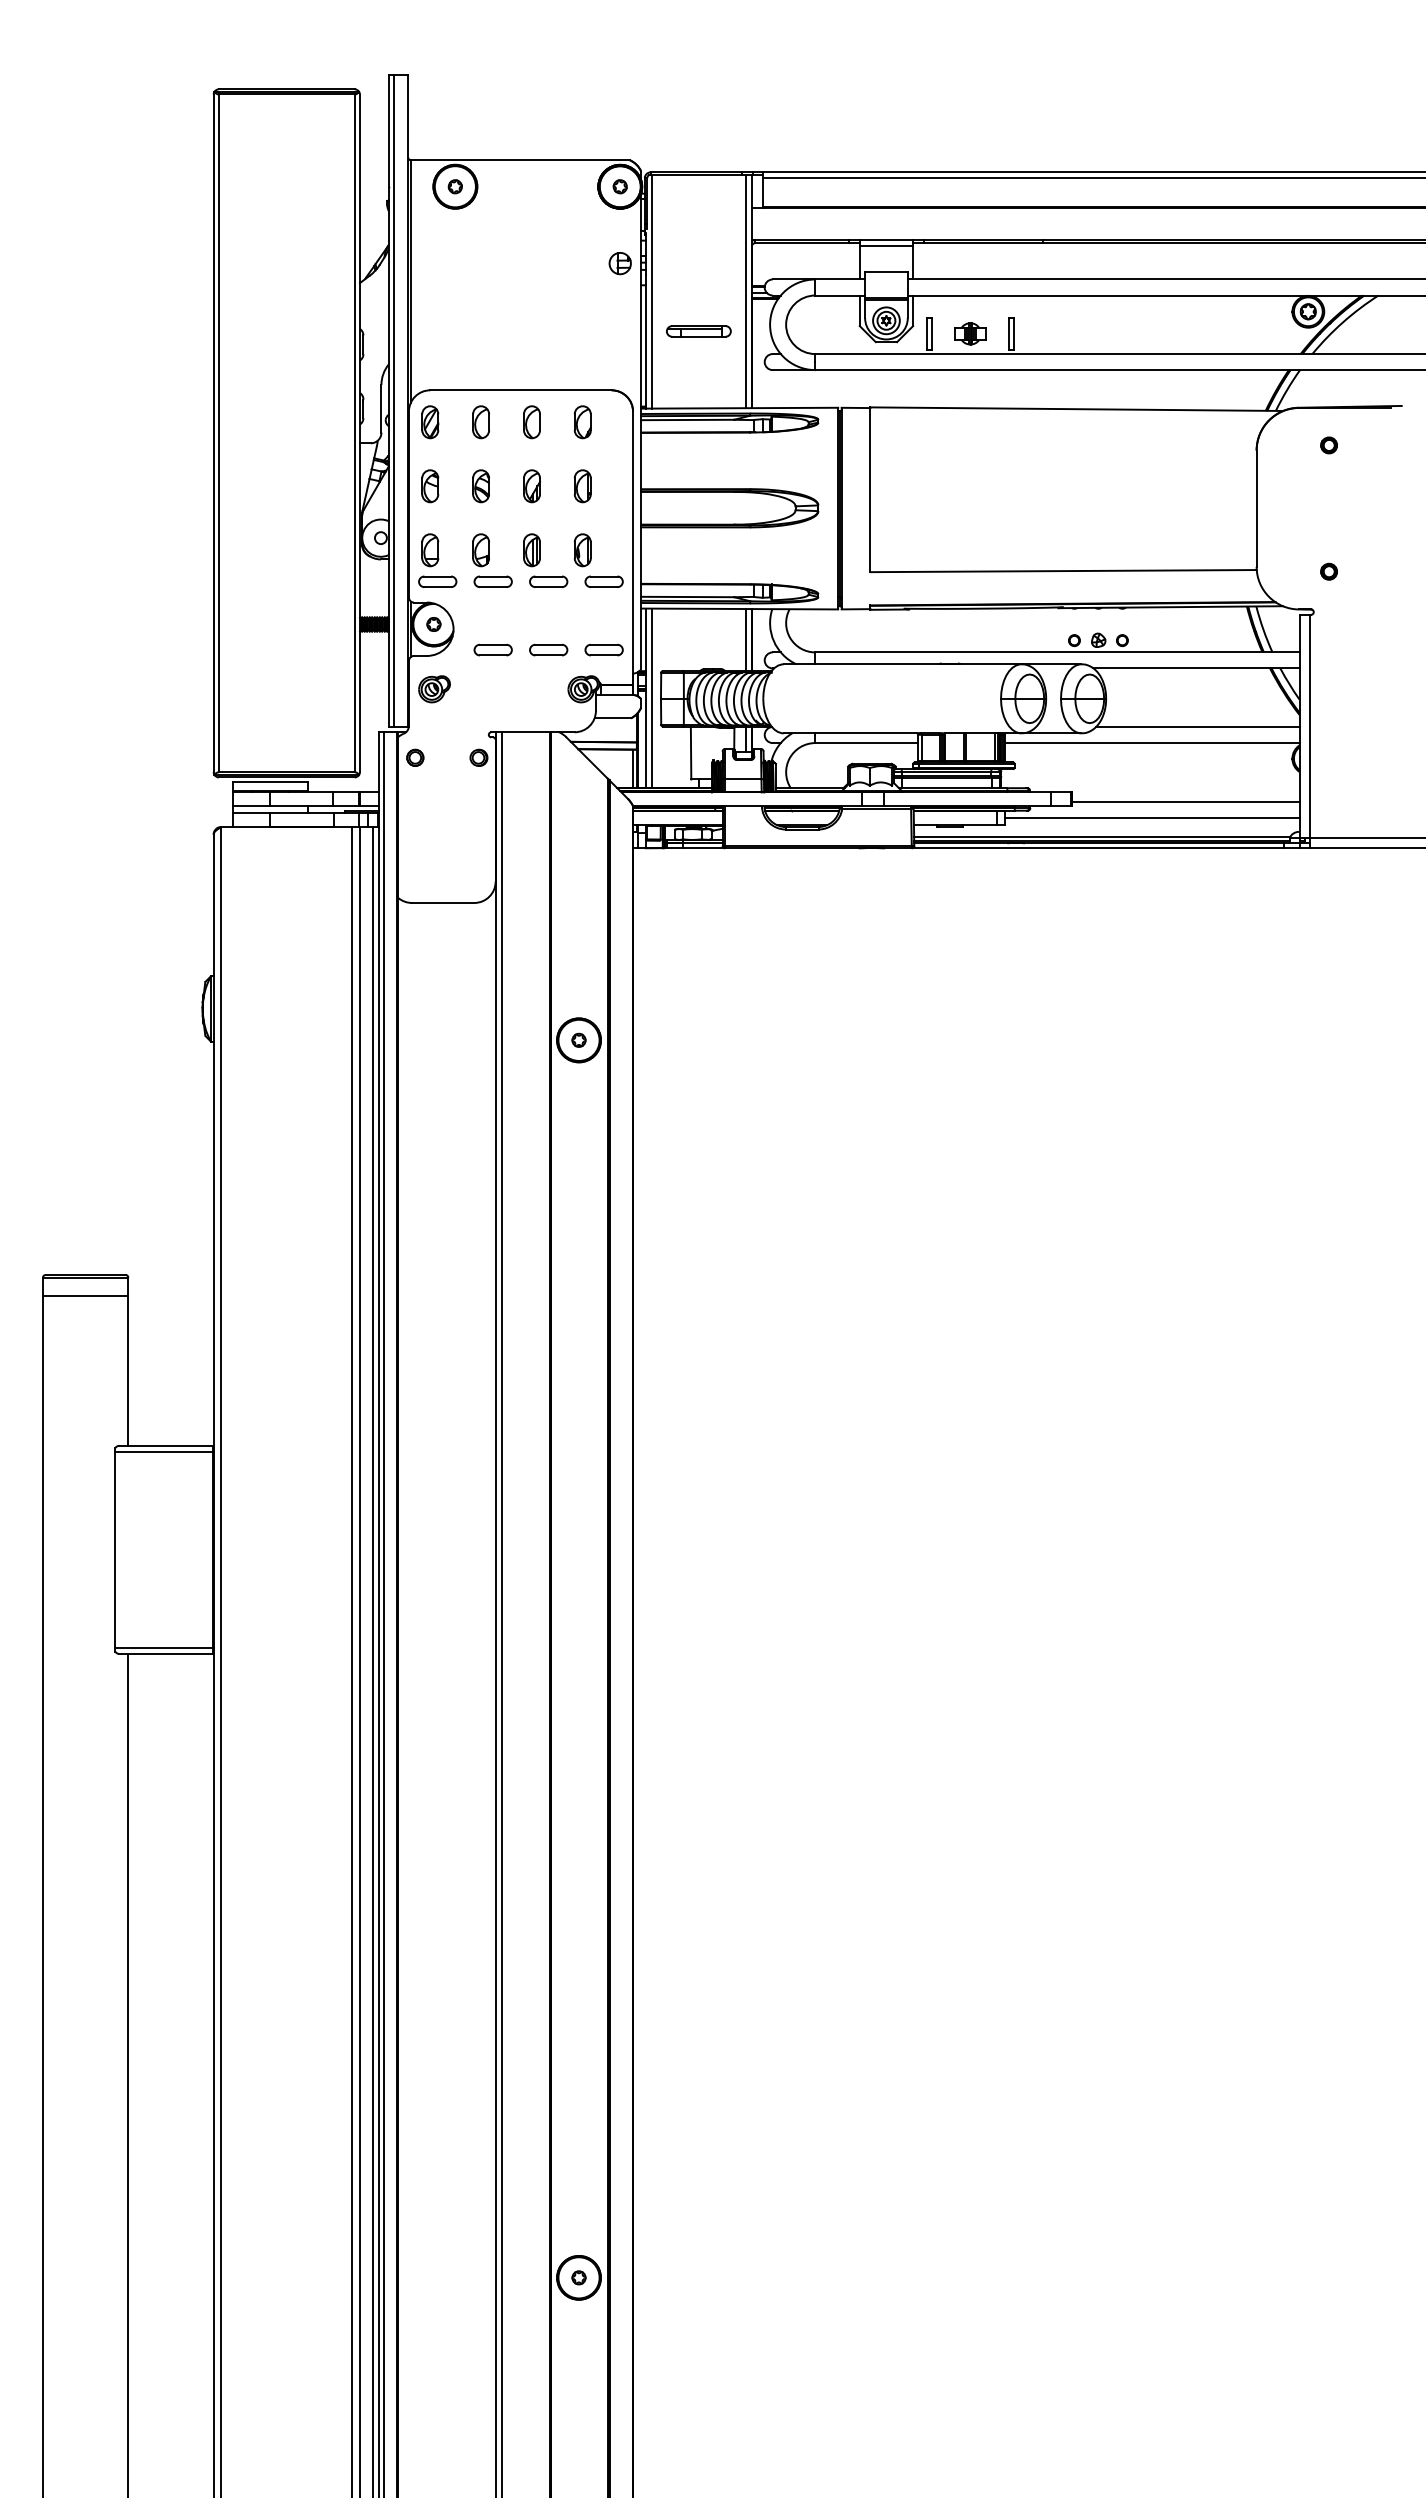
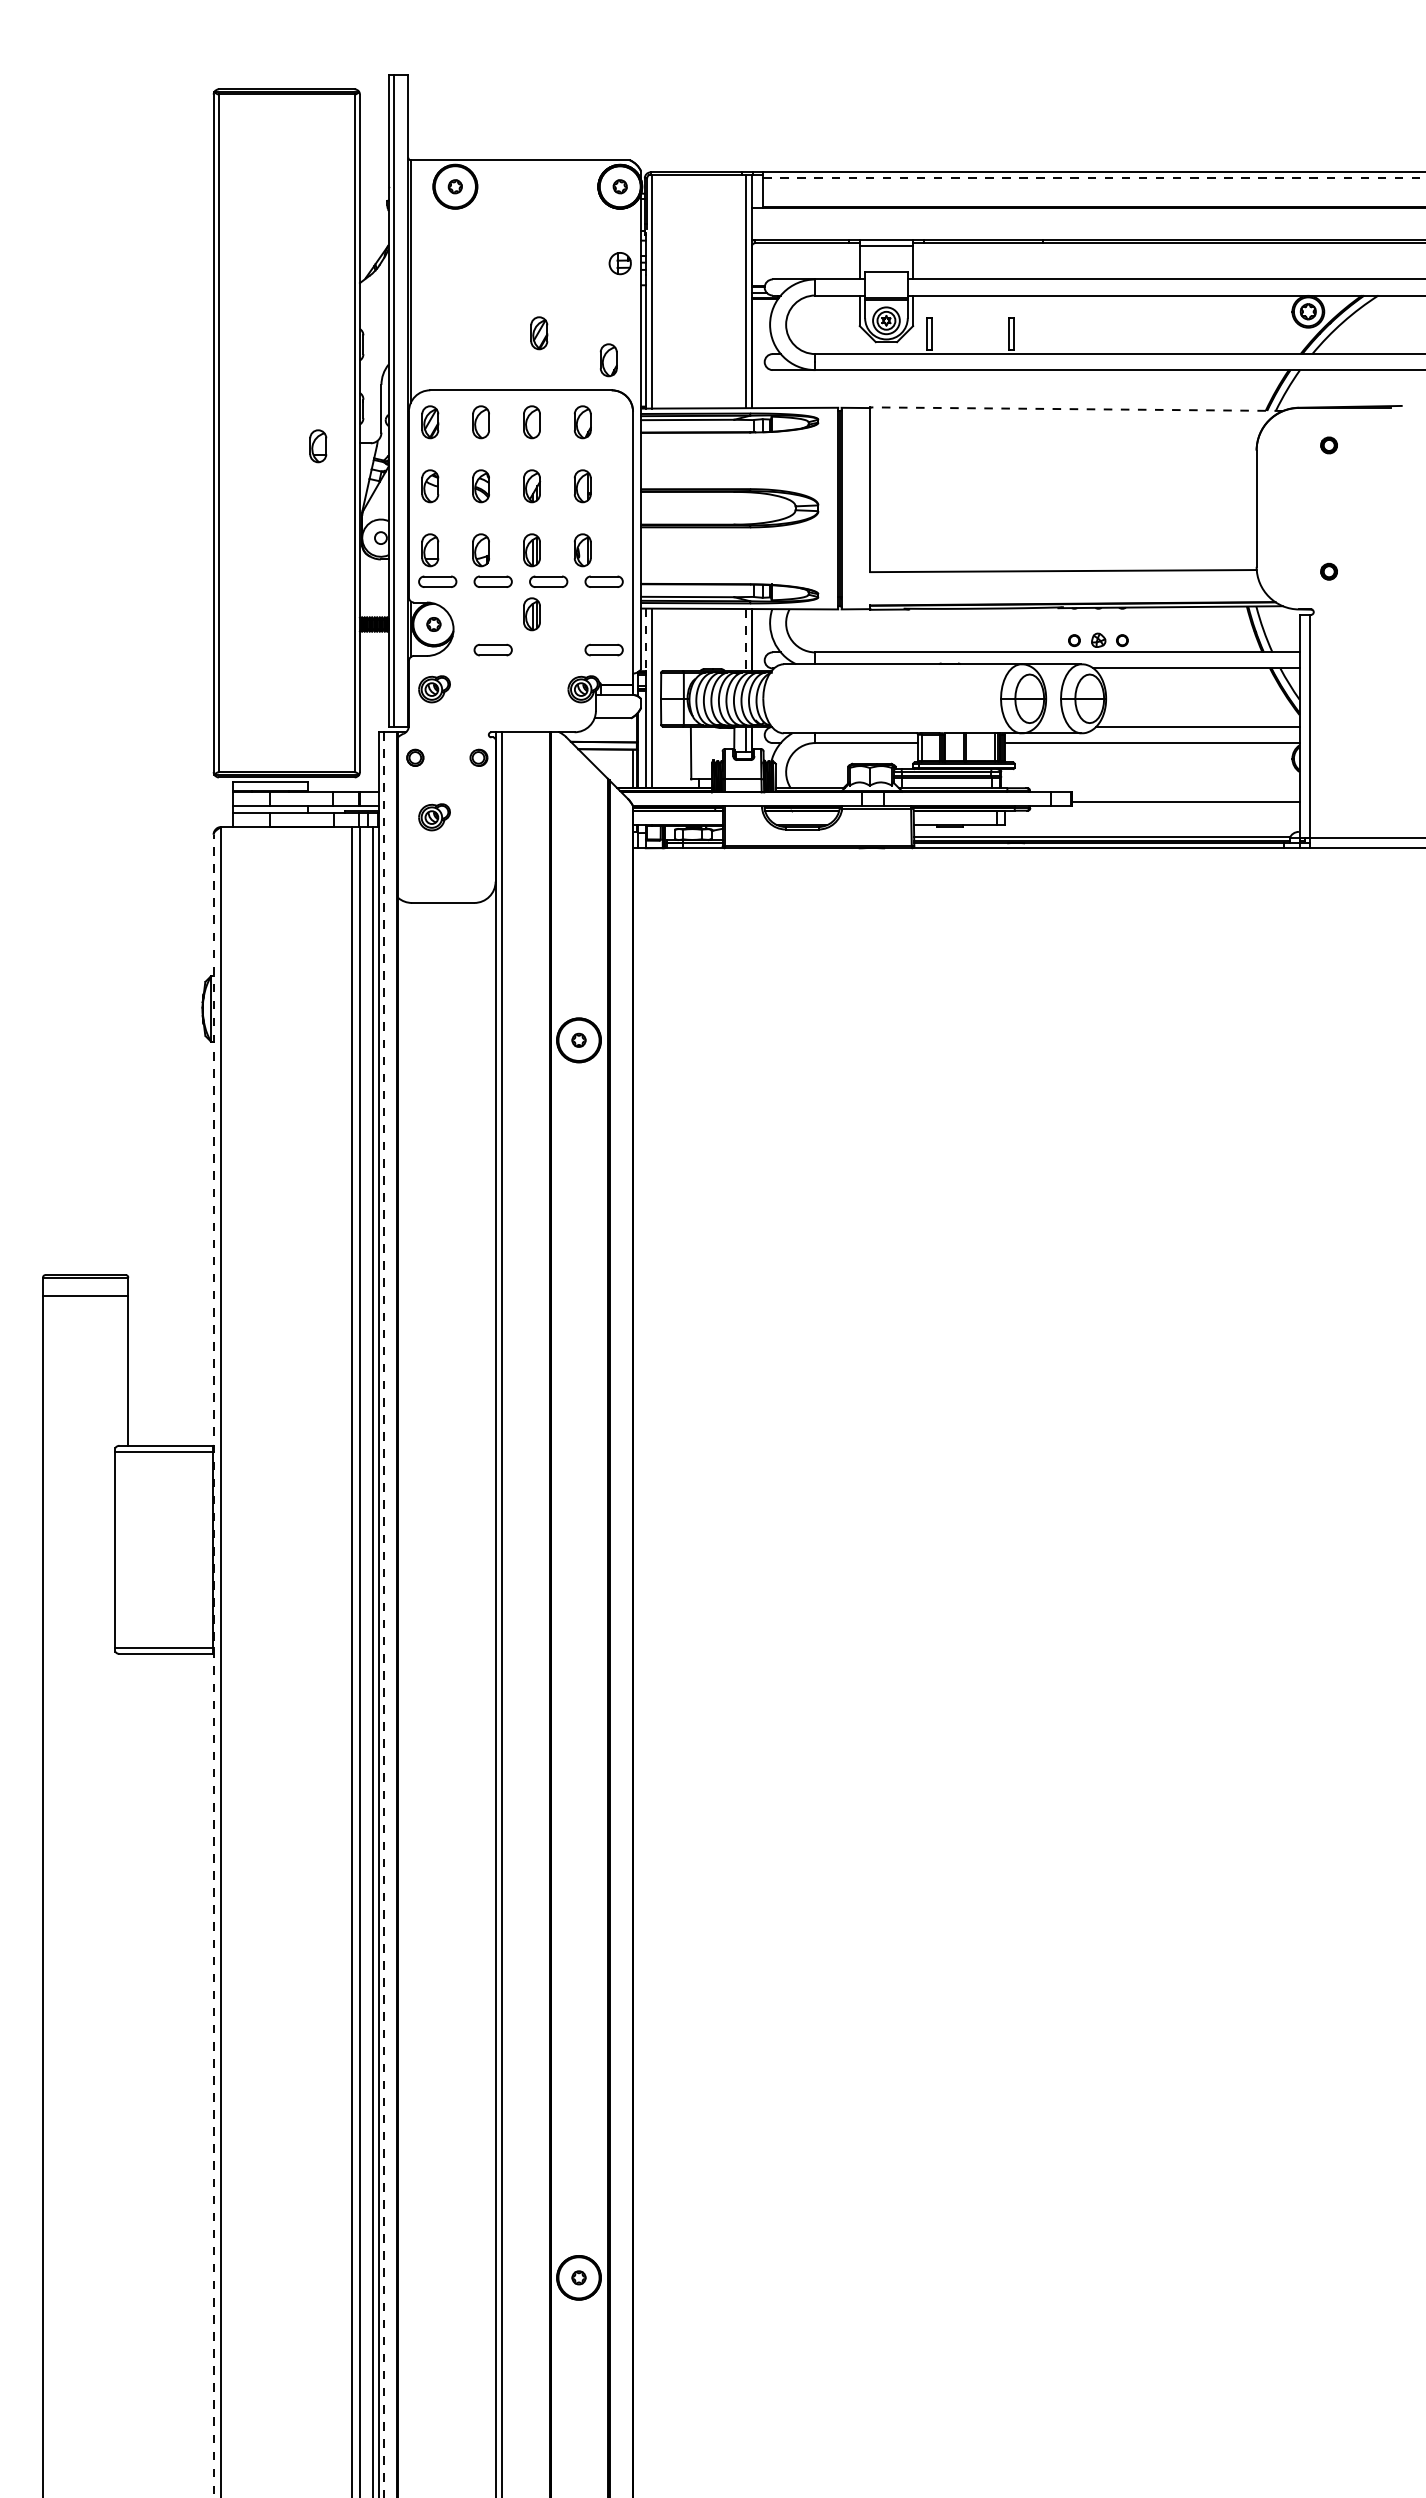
line at (1094, 178): solid -> dashed
part at (698, 331): present -> none
part at (539, 333): none -> present
part at (970, 333): present -> none
part at (608, 360): none -> present
line at (1076, 409): solid -> dashed
part at (318, 446): none -> present
part at (531, 614): none -> present
line at (645, 640): solid -> dashed
line at (745, 640): solid -> dashed
part at (548, 649): present -> none
part at (434, 817): none -> present
line at (1152, 817): present -> none
line at (383, 1615): solid -> dashed
line at (213, 1665): solid -> dashed
line at (128, 2074): present -> none
